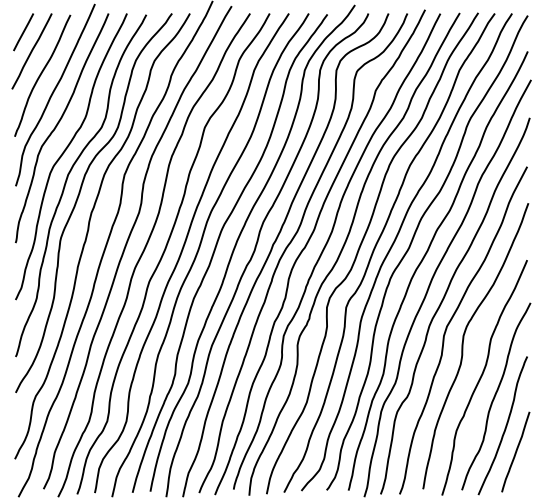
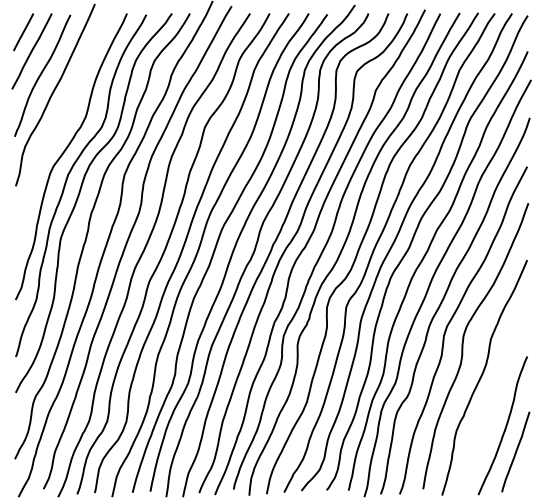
curve at (57, 126): present -> none
curve at (496, 395): present -> none
